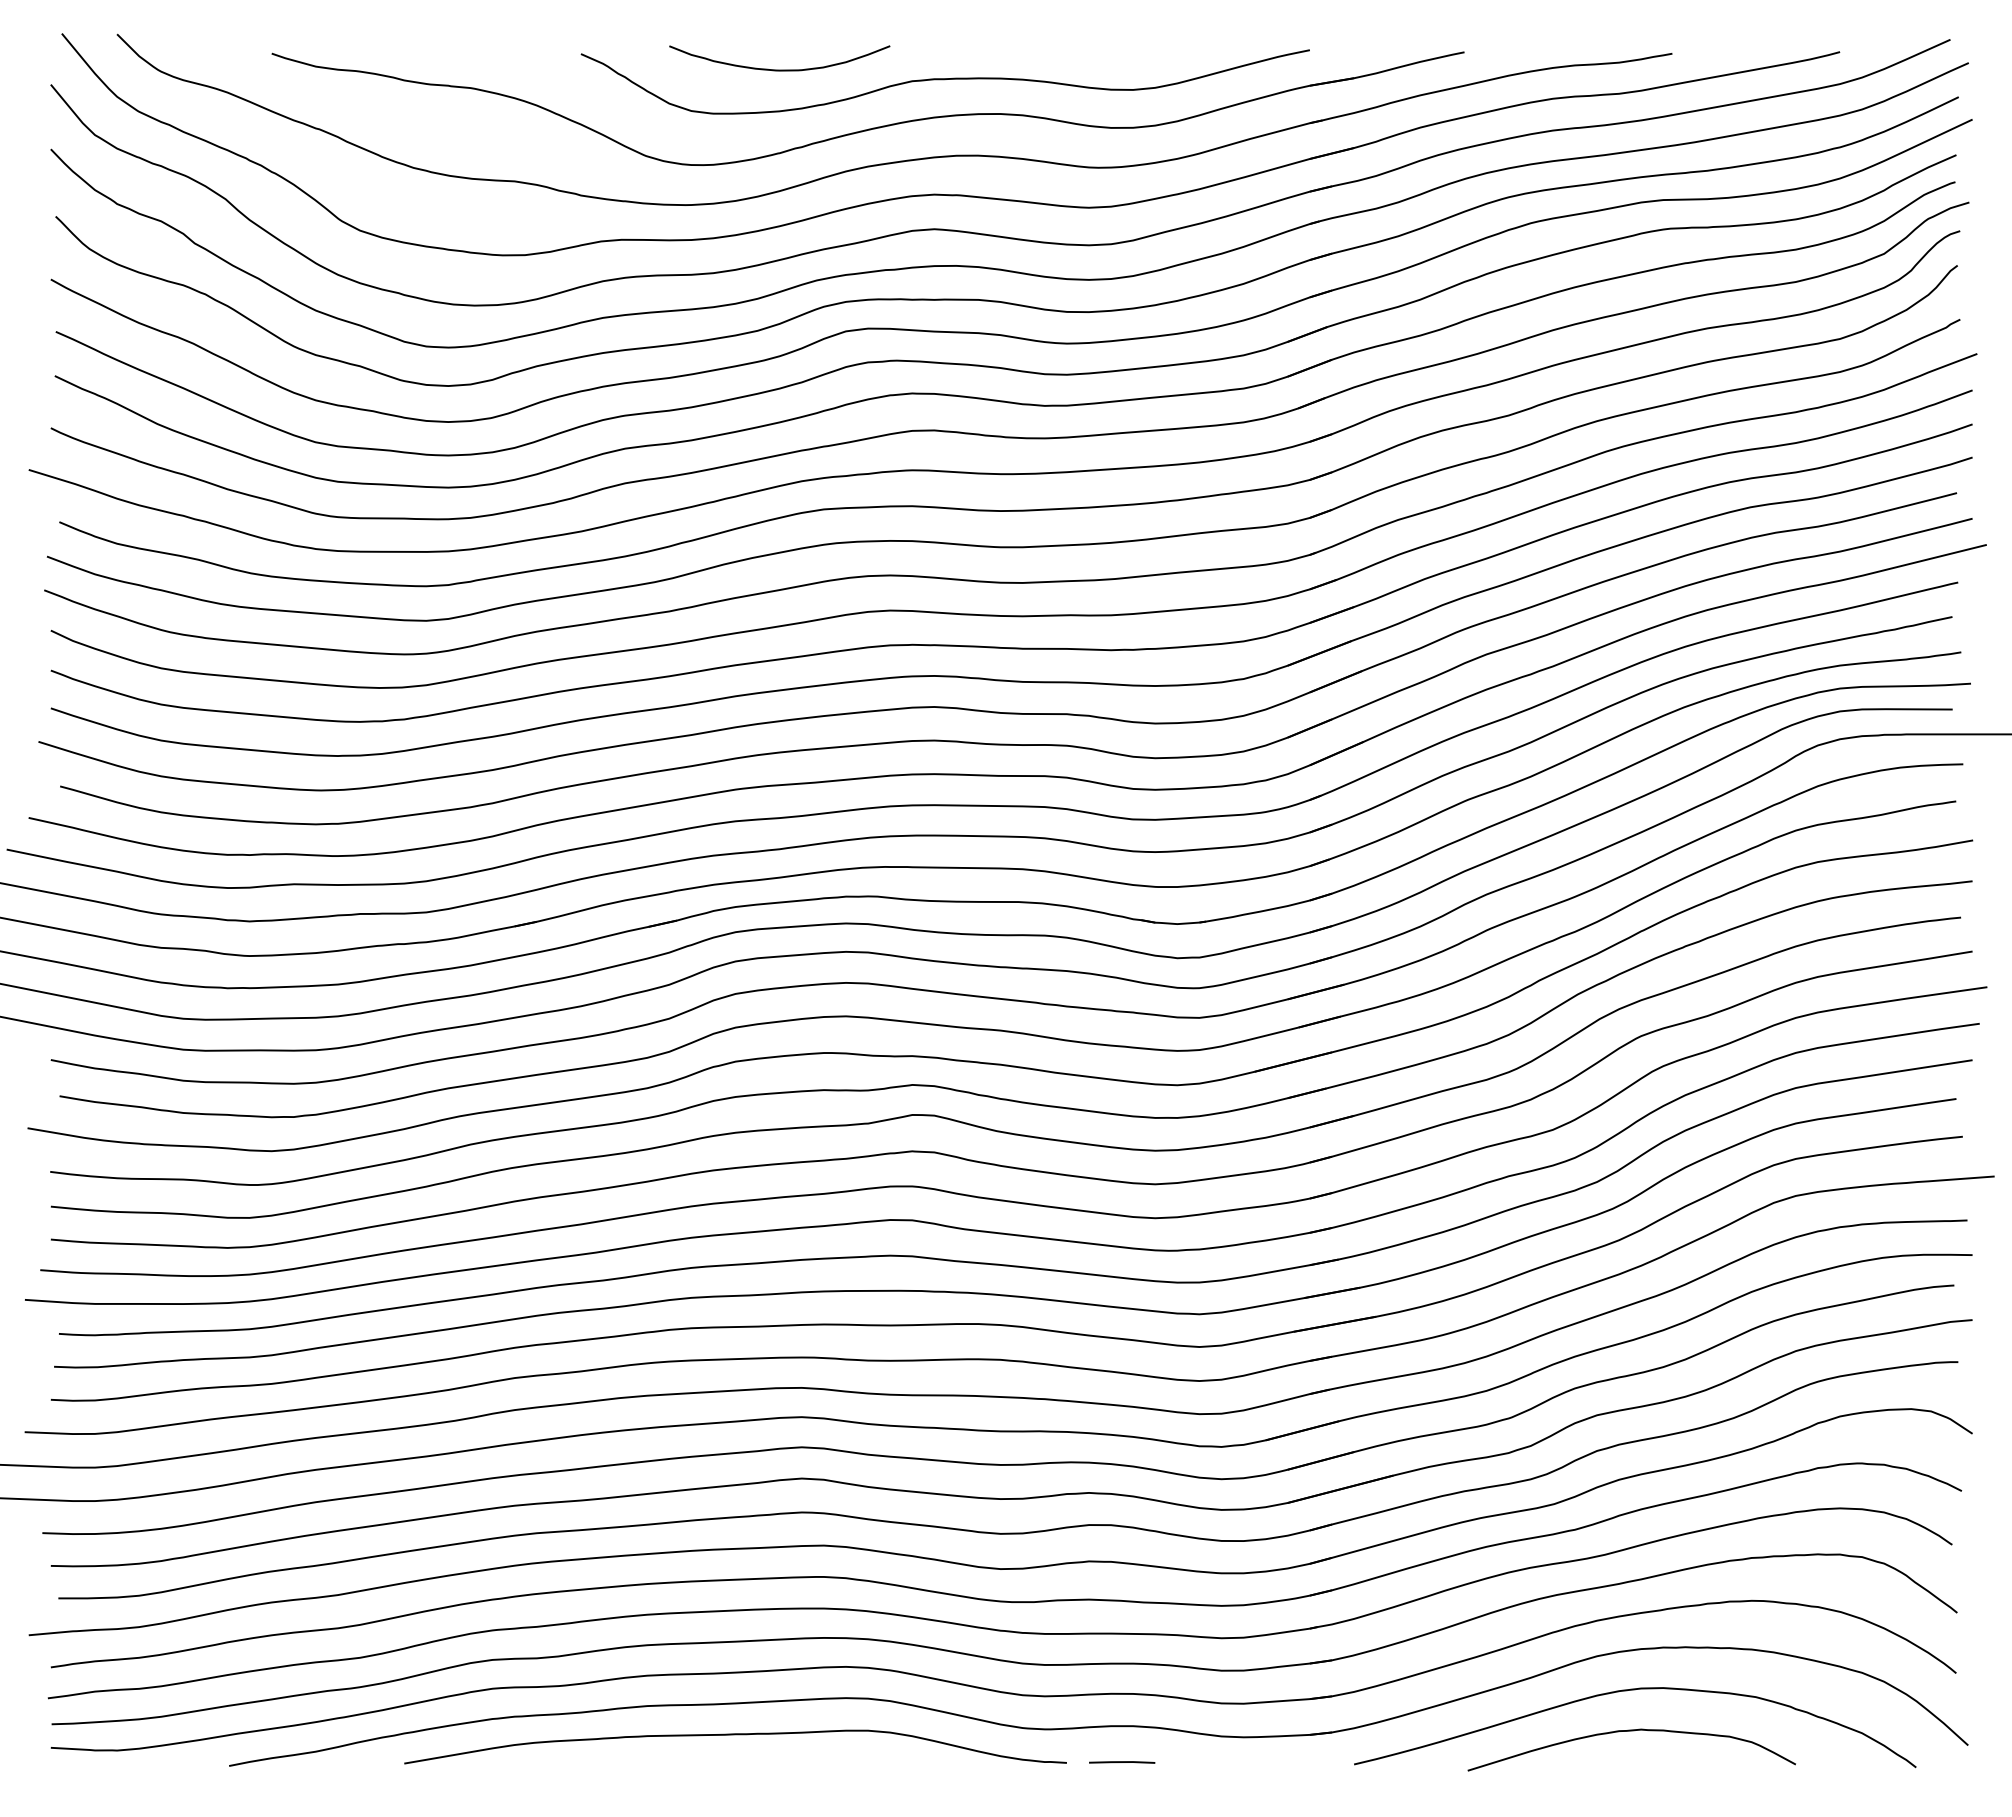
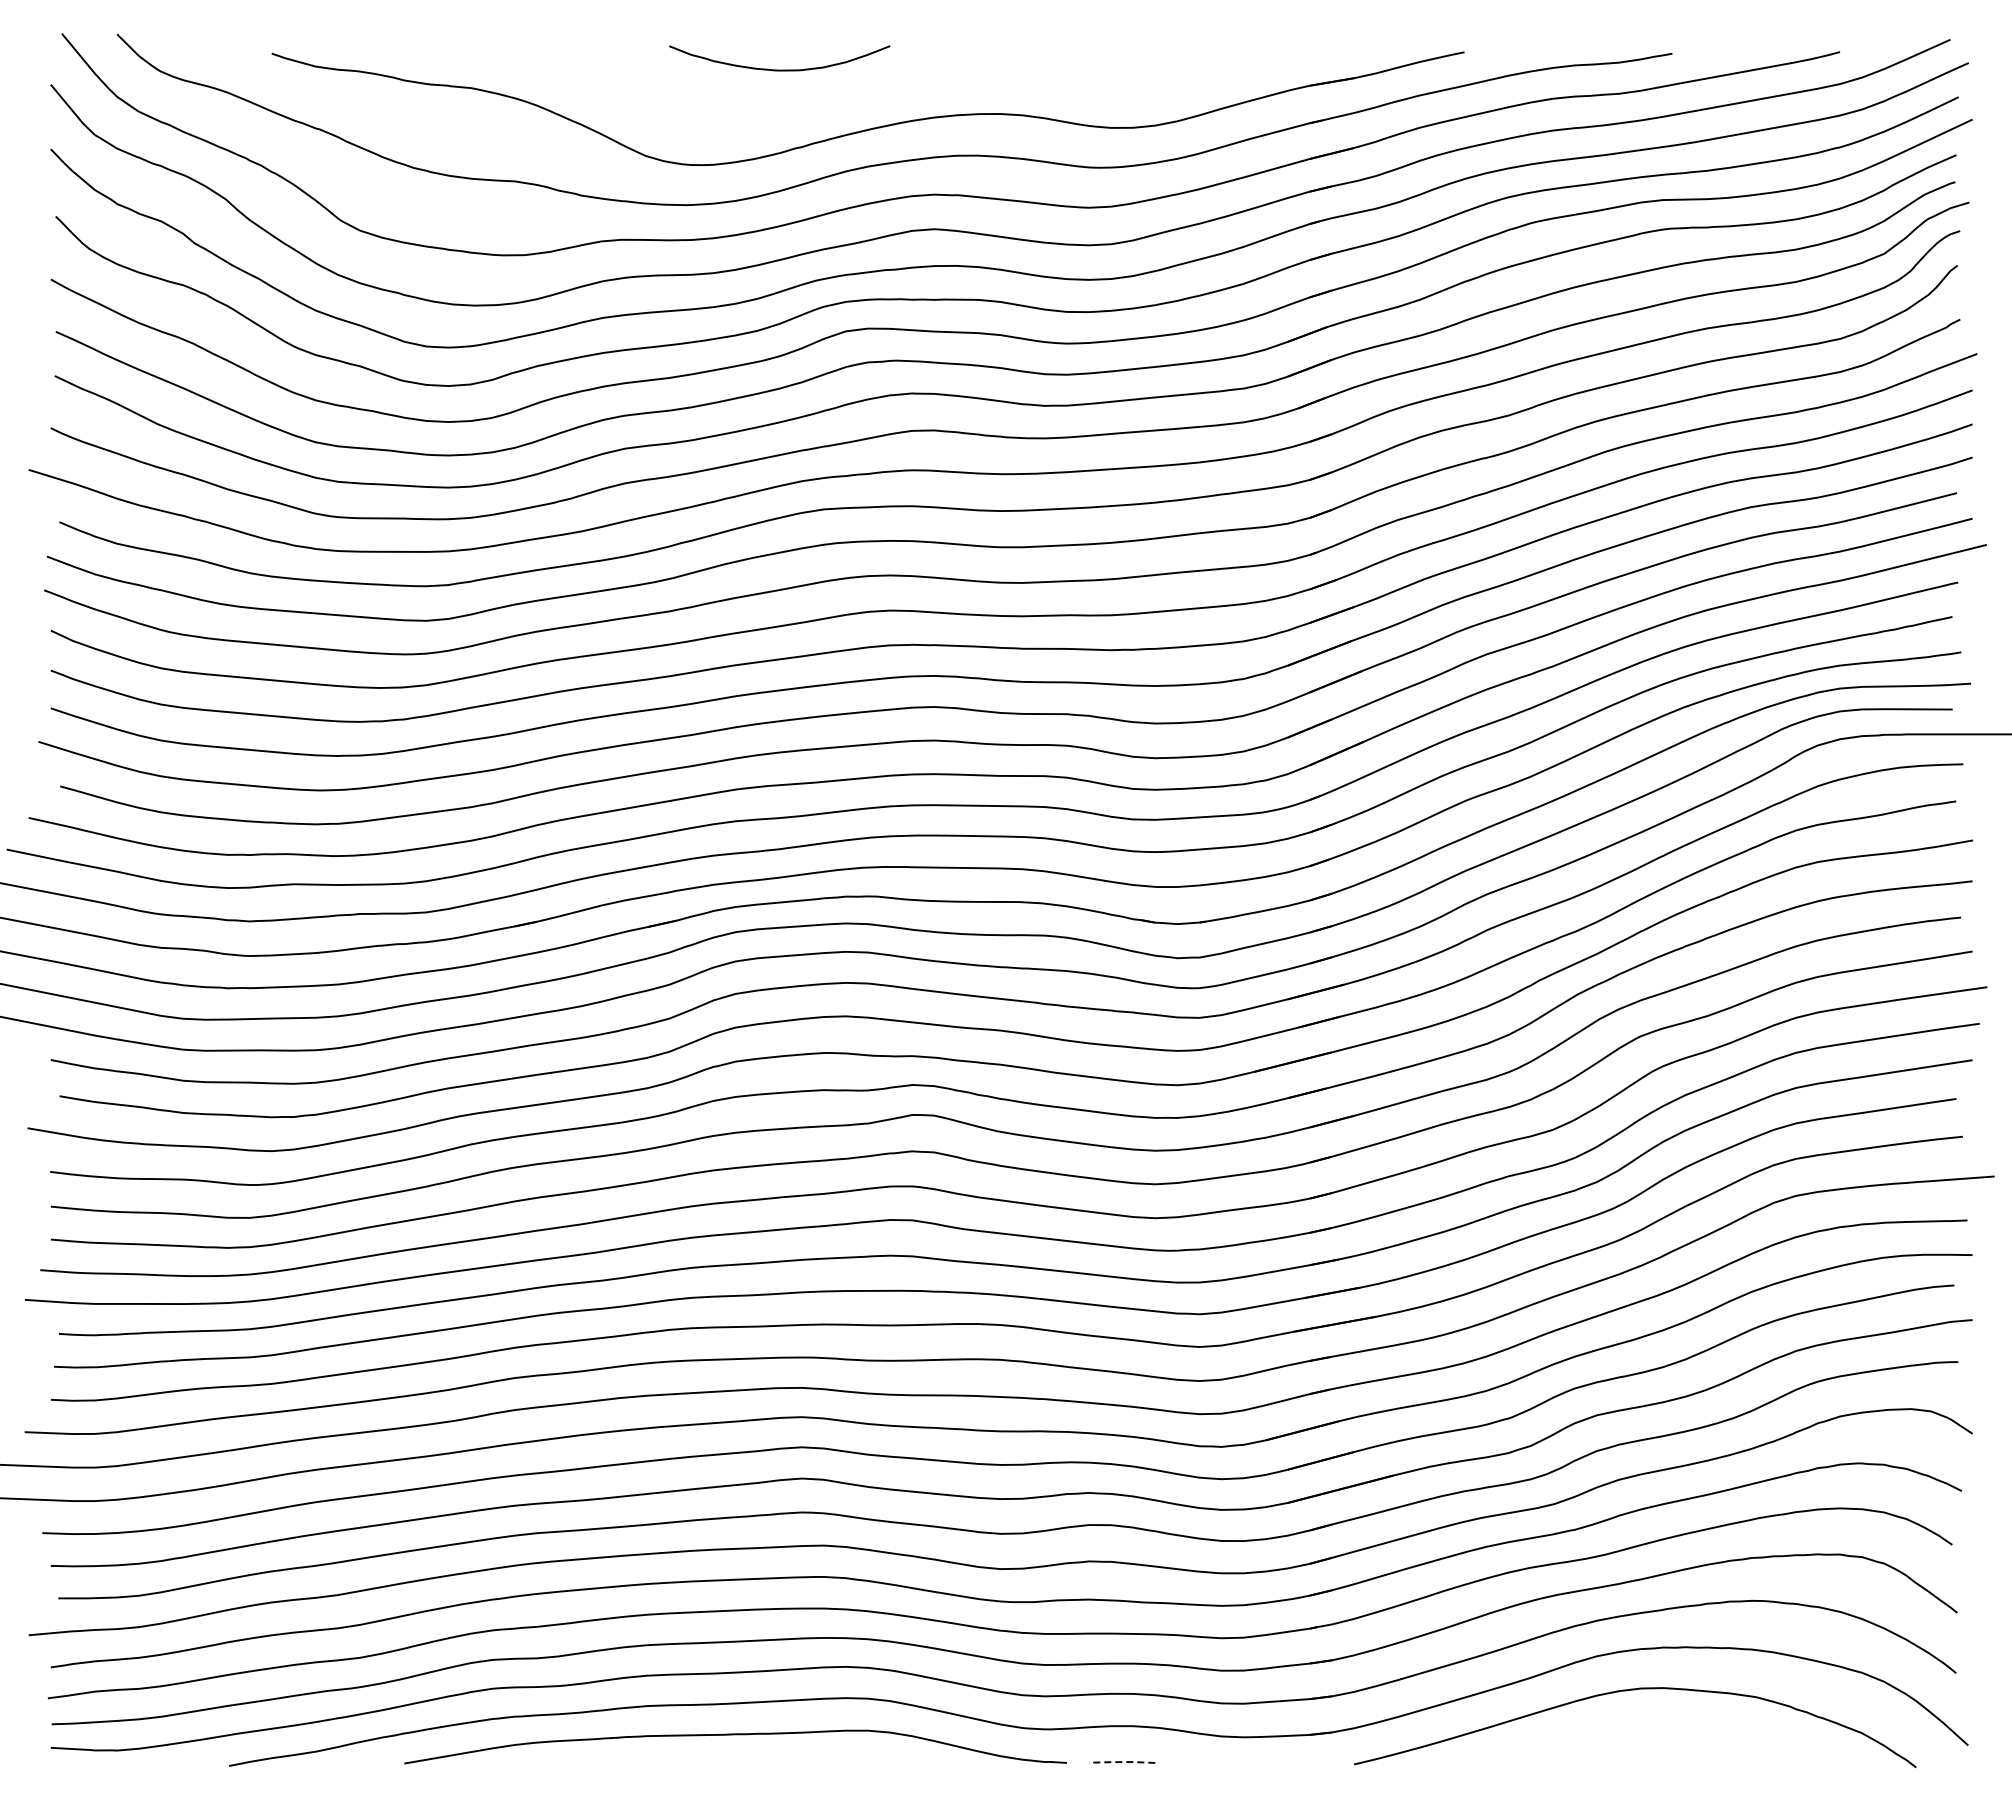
curve at (944, 80): present -> none
curve at (1631, 1731): present -> none
line at (1121, 1762): solid -> dashed
